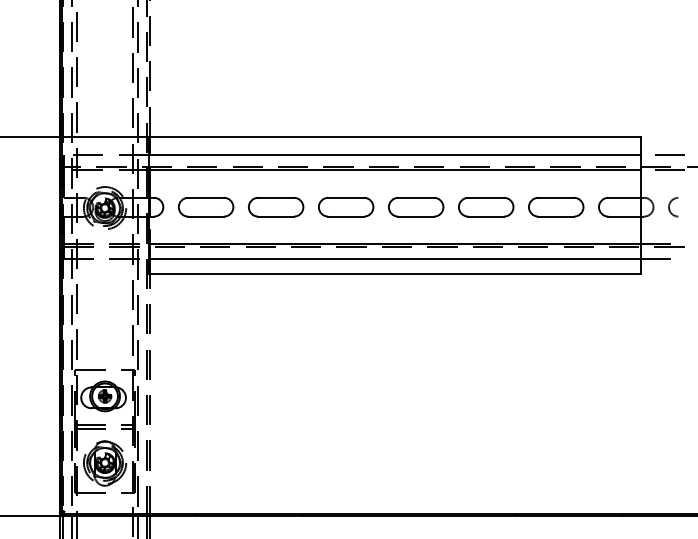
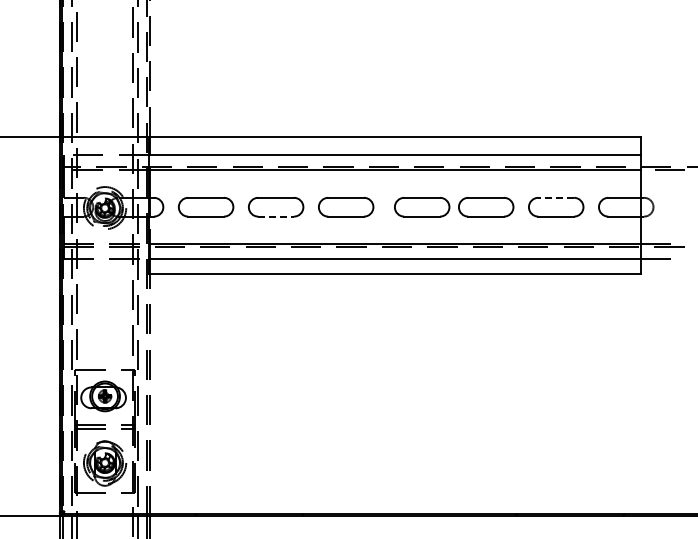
line at (669, 154): present -> none
line at (556, 197): solid -> dashed
arc at (670, 205): present -> none
part at (416, 207) position: (416, 207) -> (422, 207)
line at (276, 216): solid -> dashed
